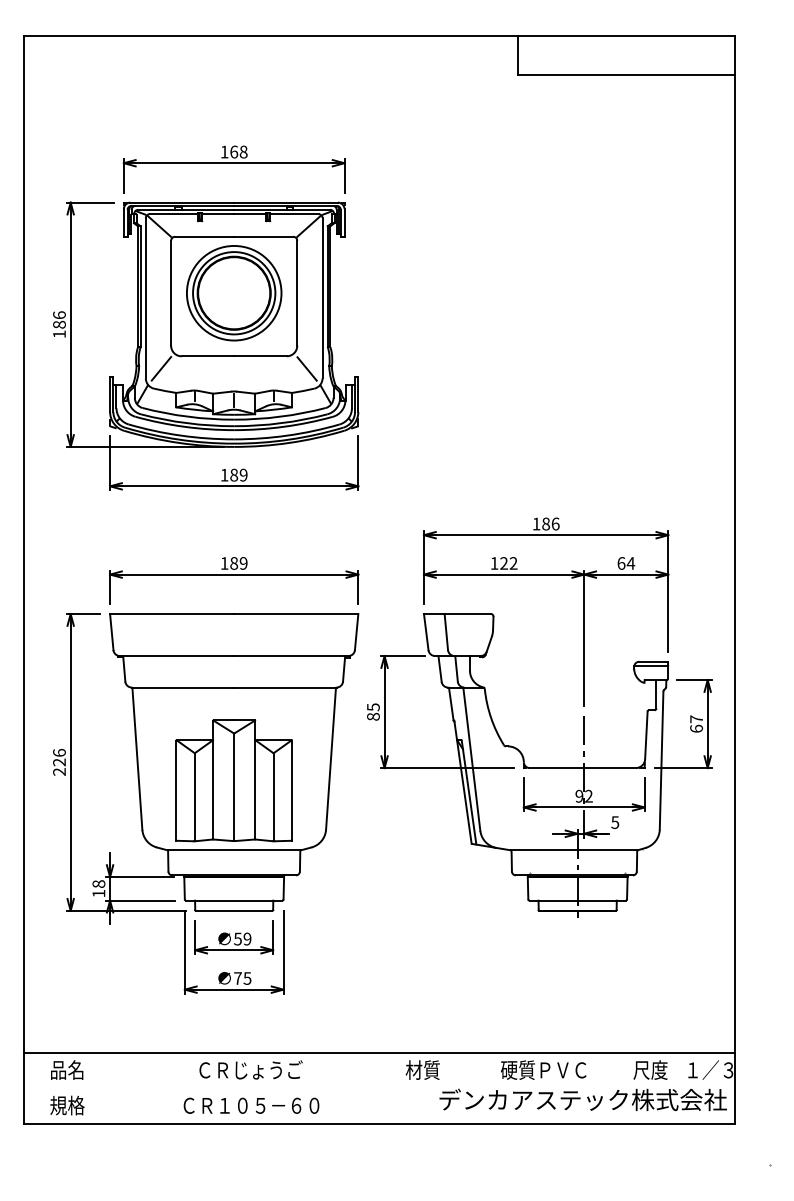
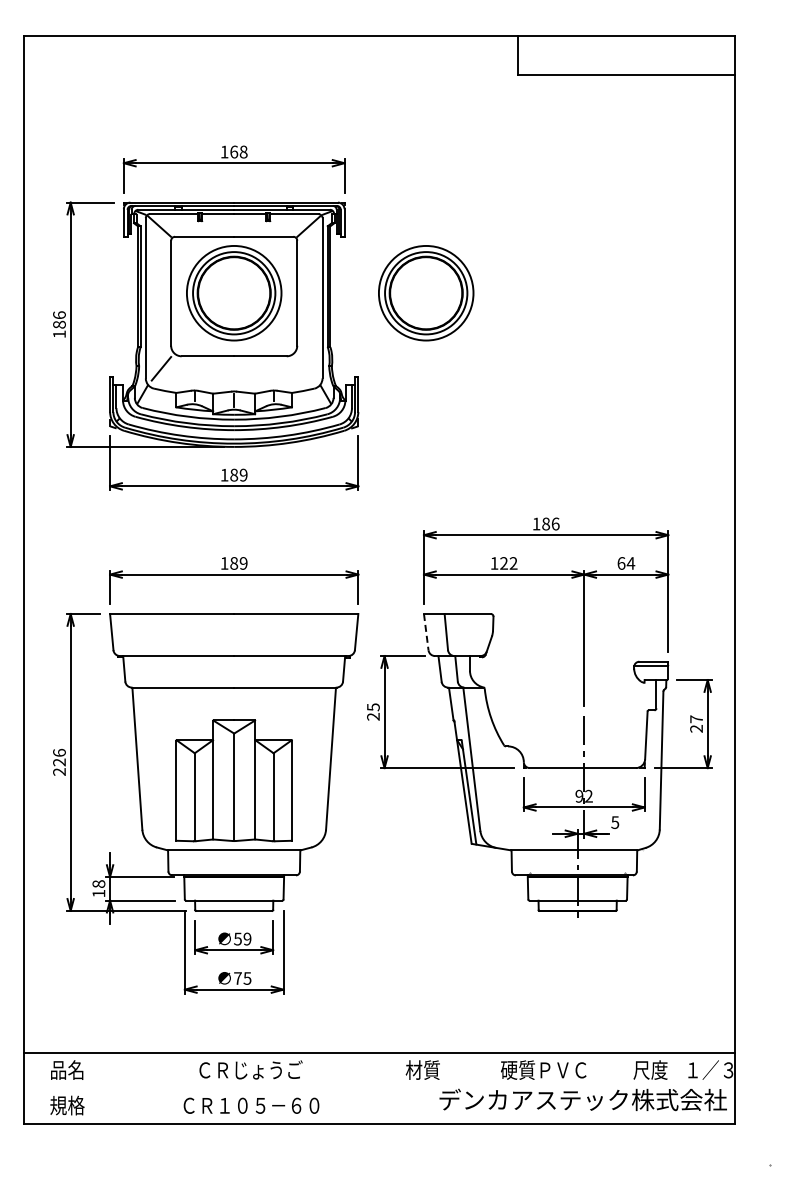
part at (426, 293): none -> present
line at (306, 368): present -> none
line at (426, 632): solid -> dashed
text at (373, 716): 85 -> 25
text at (696, 728): 67 -> 27
